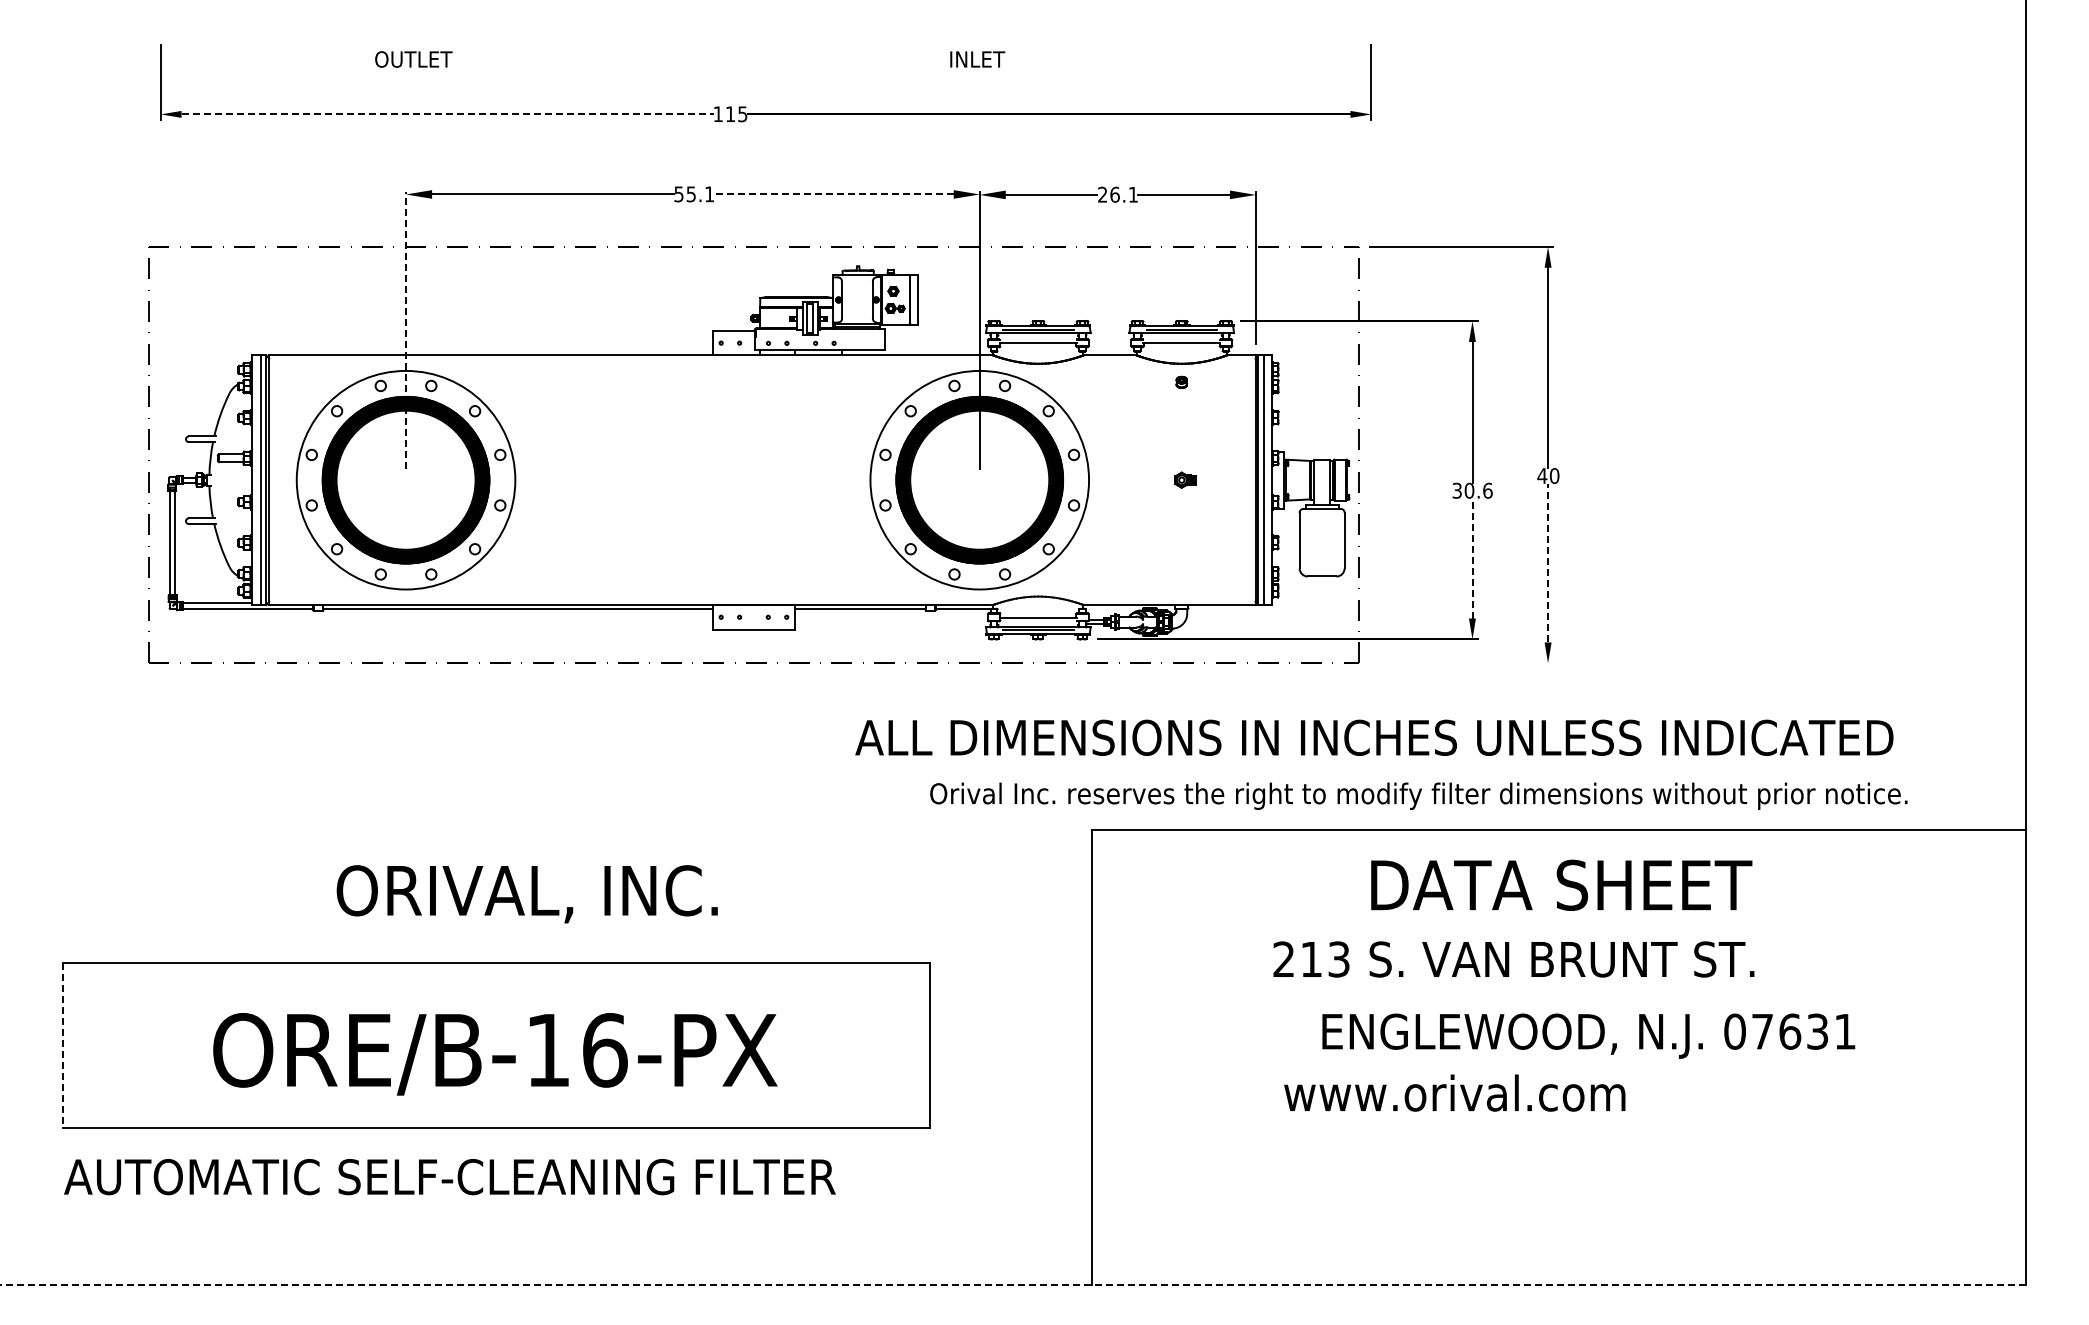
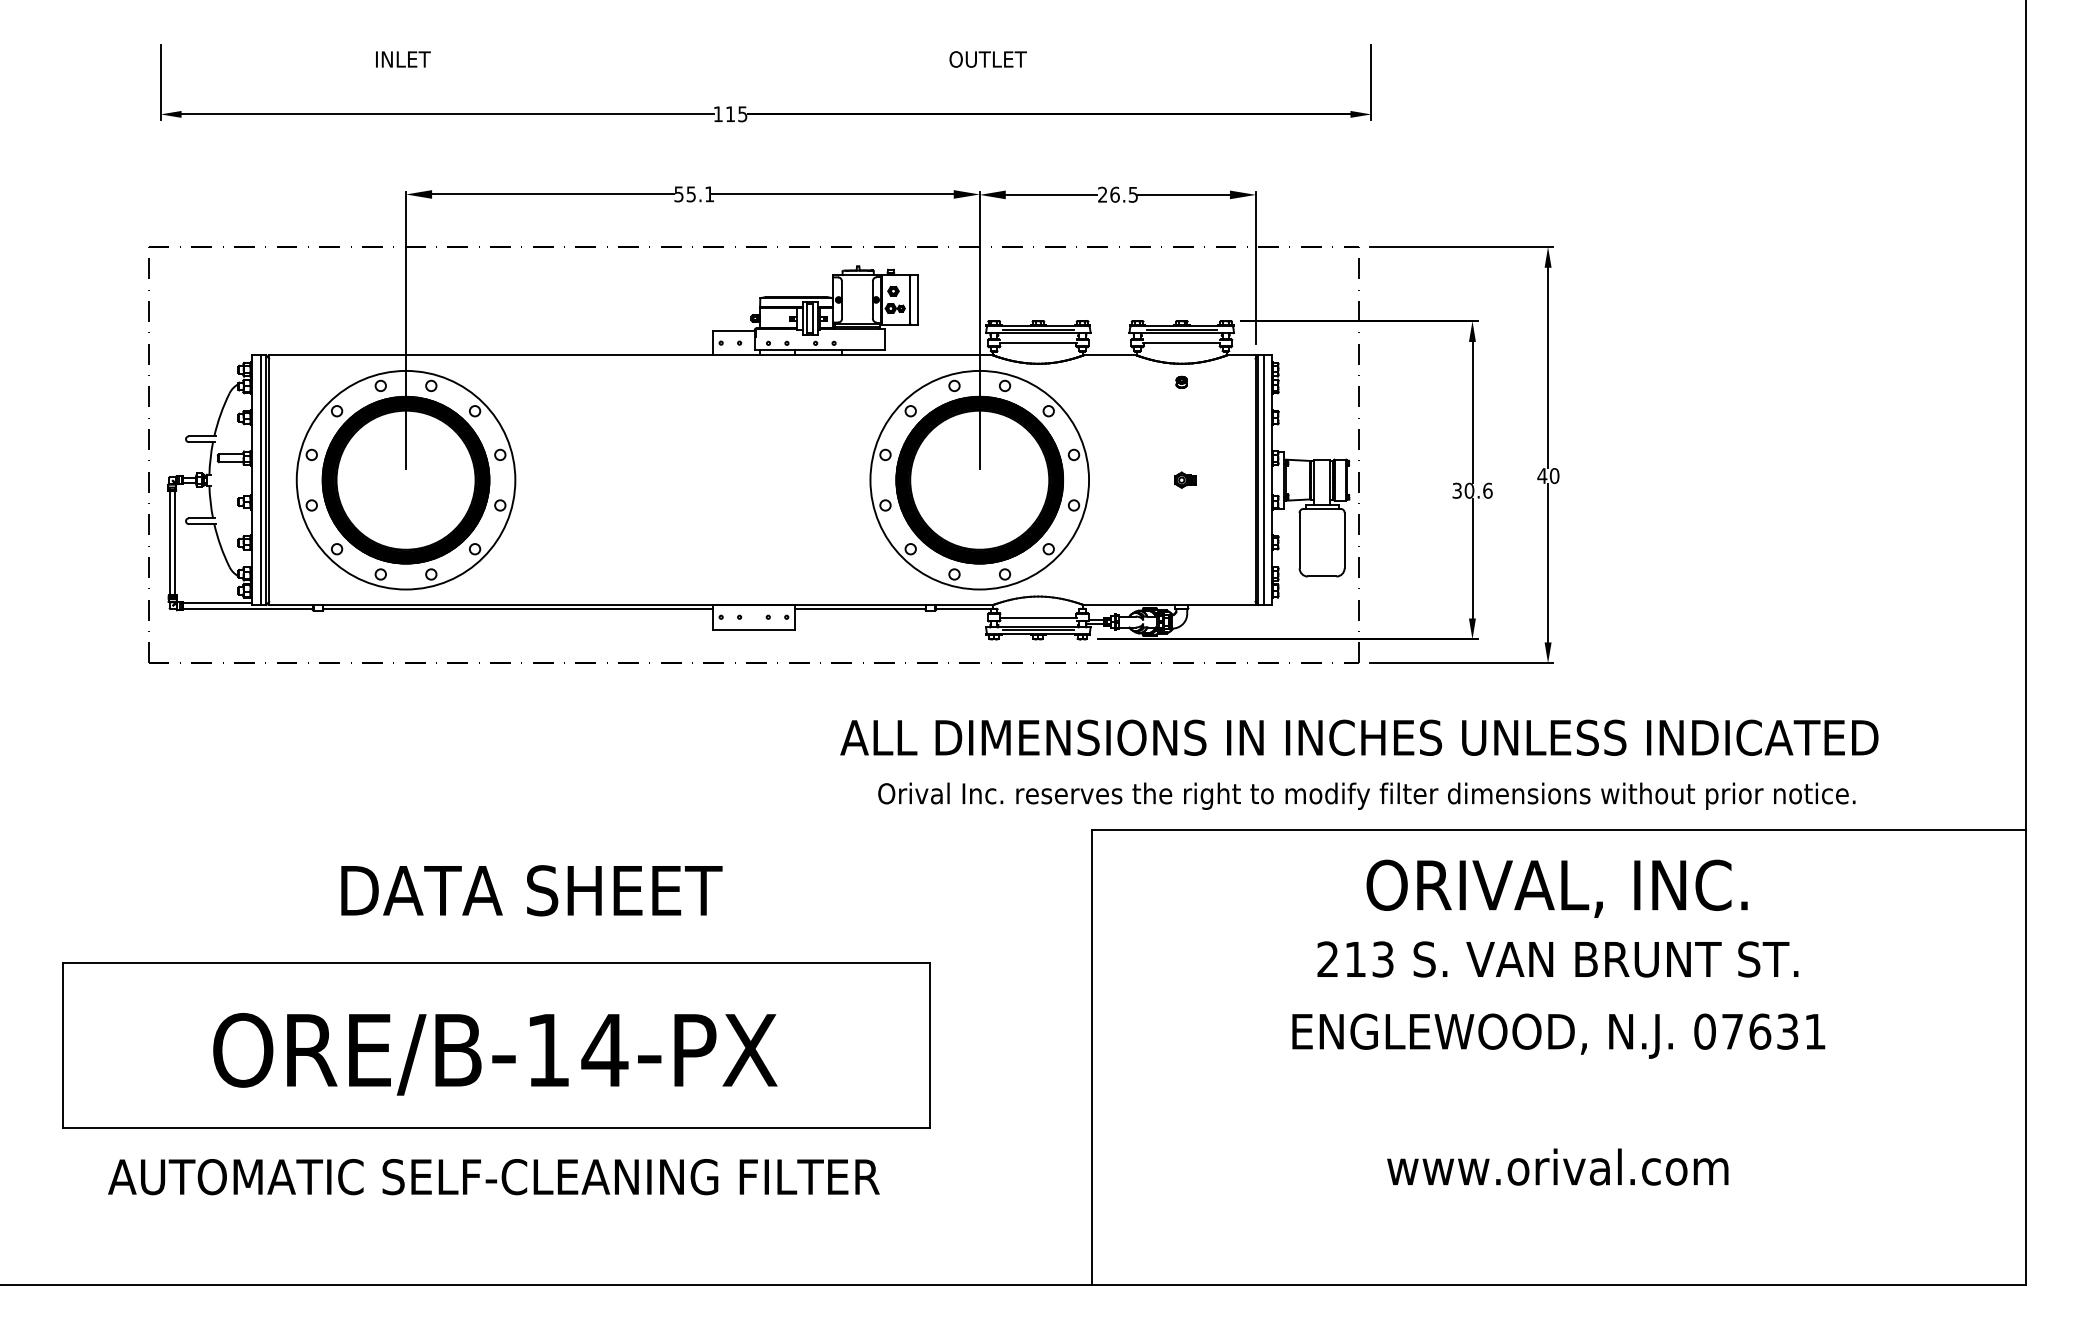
text at (413, 59): OUTLET -> INLET
text at (987, 59): INLET -> OUTLET
line at (448, 114): dashed -> solid
line at (832, 194): dashed -> solid
text at (1132, 194): 26.1 -> 26.5
line at (406, 329): dashed -> solid
line at (1472, 558): dashed -> solid
line at (1548, 562): dashed -> solid
line at (1461, 663): none -> present
text at (1374, 737) position: (1374, 737) -> (1359, 737)
text at (1418, 795) position: (1418, 795) -> (1366, 795)
text at (1559, 888): DATA SHEET -> ORIVAL, INC.
text at (529, 894): ORIVAL, INC. -> DATA SHEET
text at (1513, 959) position: (1513, 959) -> (1557, 959)
text at (1588, 1035) position: (1588, 1035) -> (1558, 1035)
line at (62, 1045): dashed -> solid
text at (604, 1050): ORE/B-16-PX -> ORE/B-14-PX
text at (1454, 1092) position: (1454, 1092) -> (1557, 1166)
text at (449, 1177) position: (449, 1177) -> (493, 1177)
line at (1013, 1285): dashed -> solid
